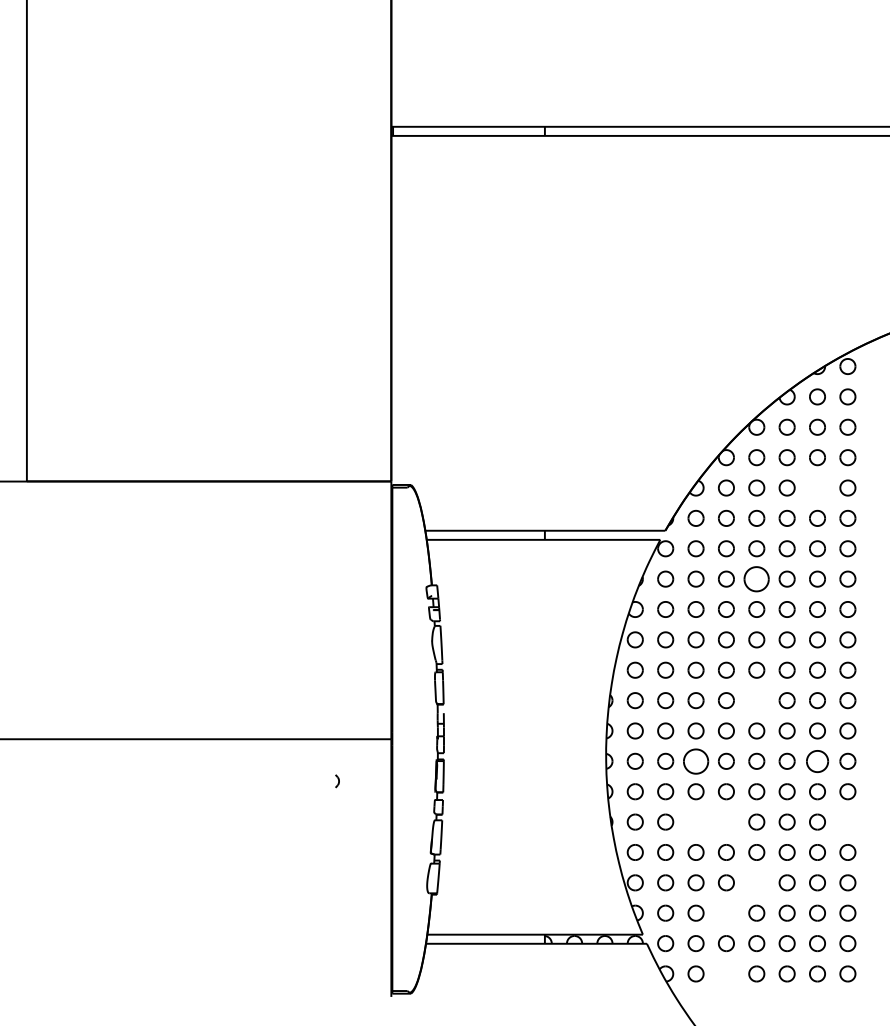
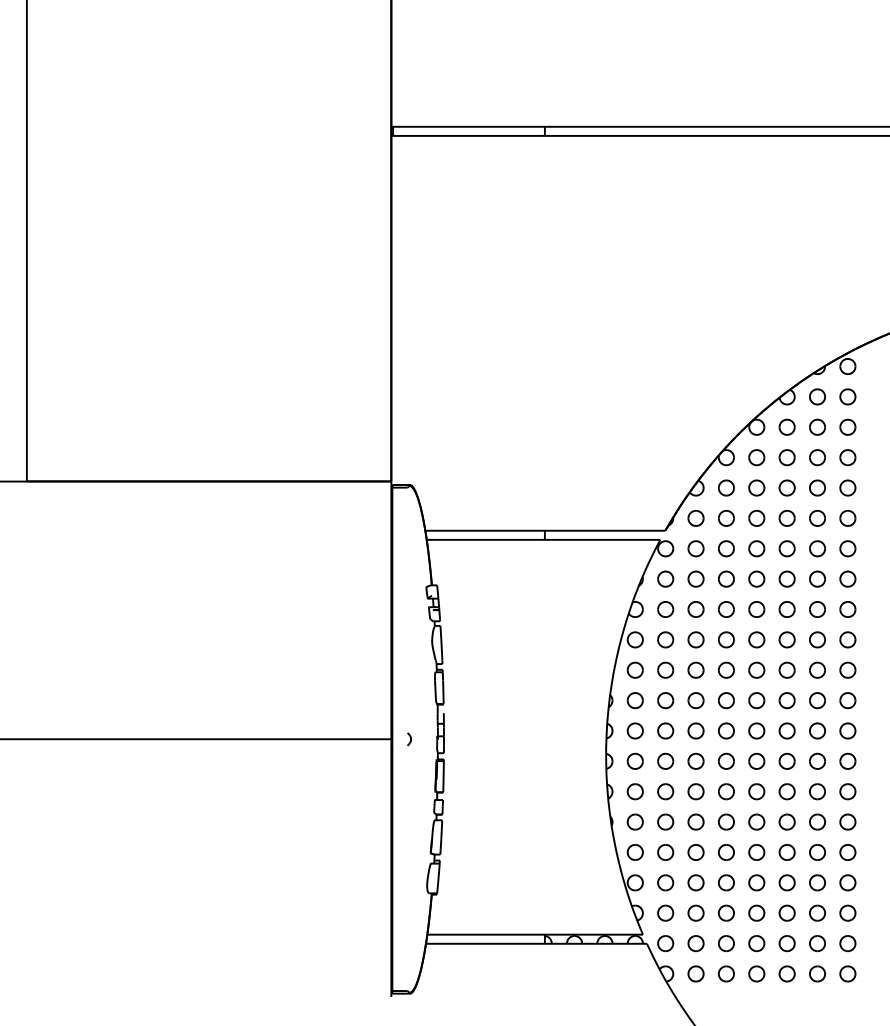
part at (817, 487): none -> present
part at (756, 579) size: 27x27 px -> 18x18 px
part at (756, 700): none -> present
part at (696, 761) size: 27x27 px -> 18x18 px
part at (817, 761) size: 24x23 px -> 17x18 px
part at (337, 781) position: (337, 781) -> (409, 739)
part at (695, 821): none -> present
part at (726, 821): none -> present
part at (847, 821): none -> present
part at (756, 882): none -> present
part at (726, 912): none -> present
part at (726, 973): none -> present
